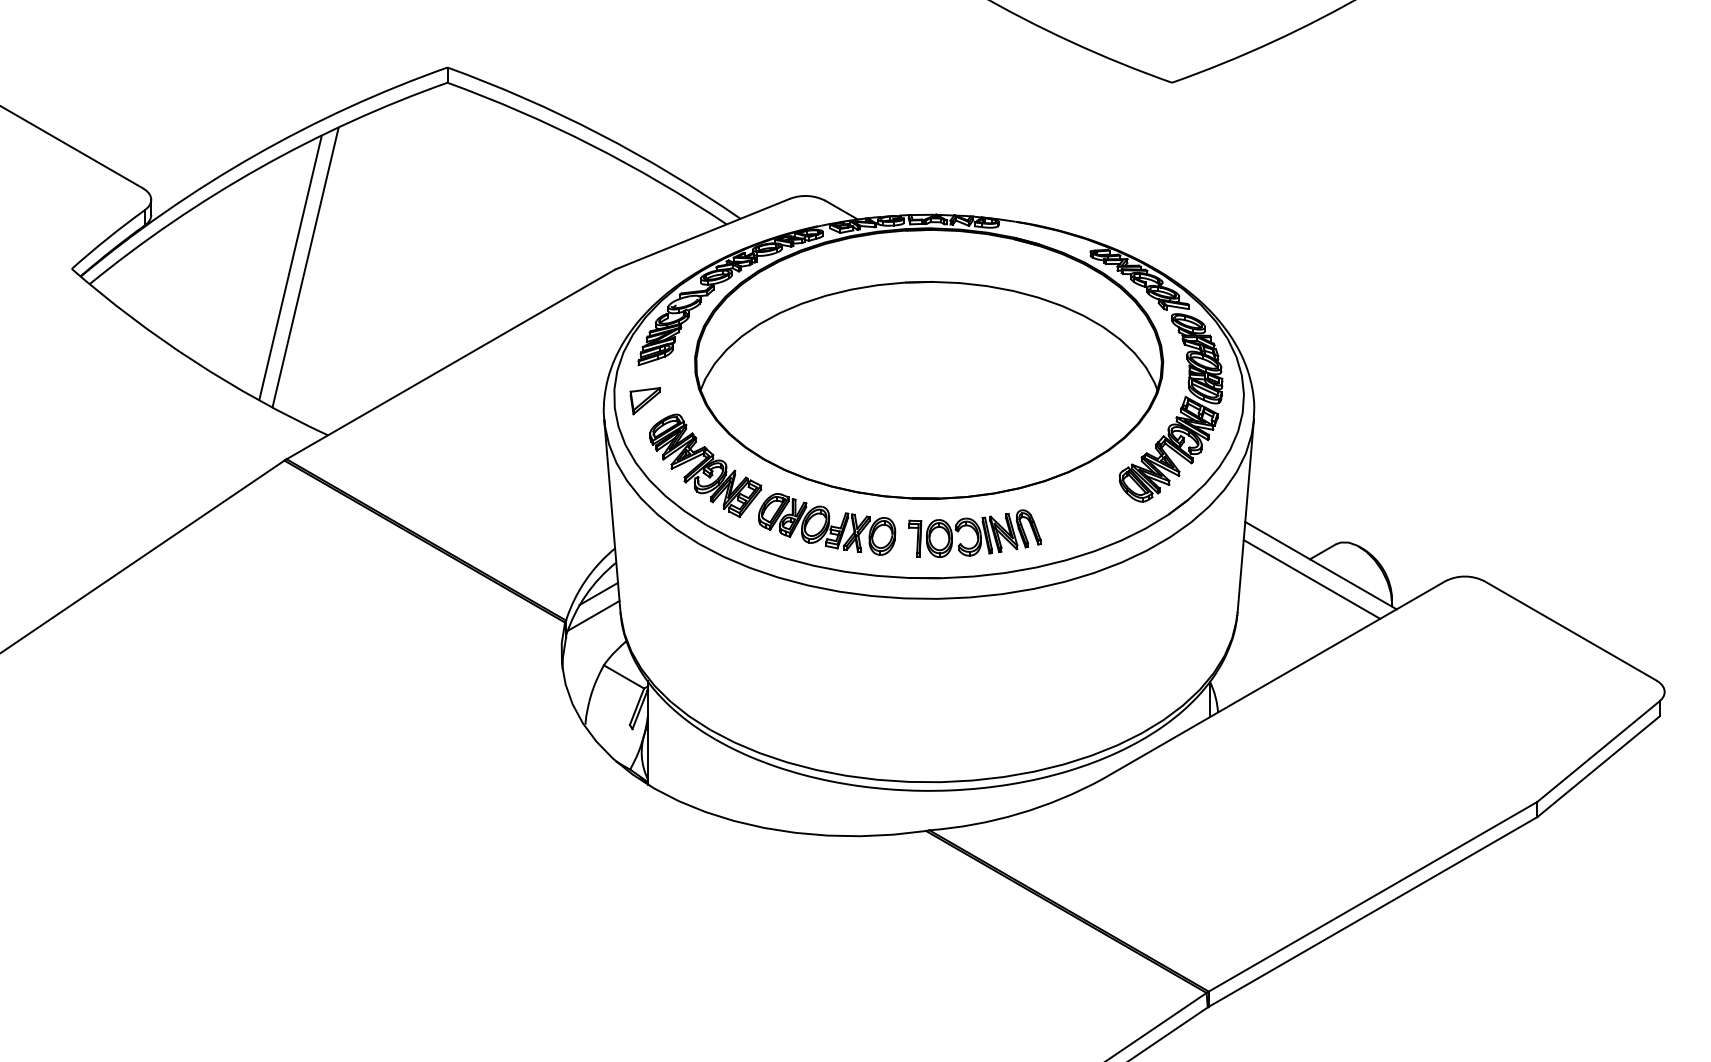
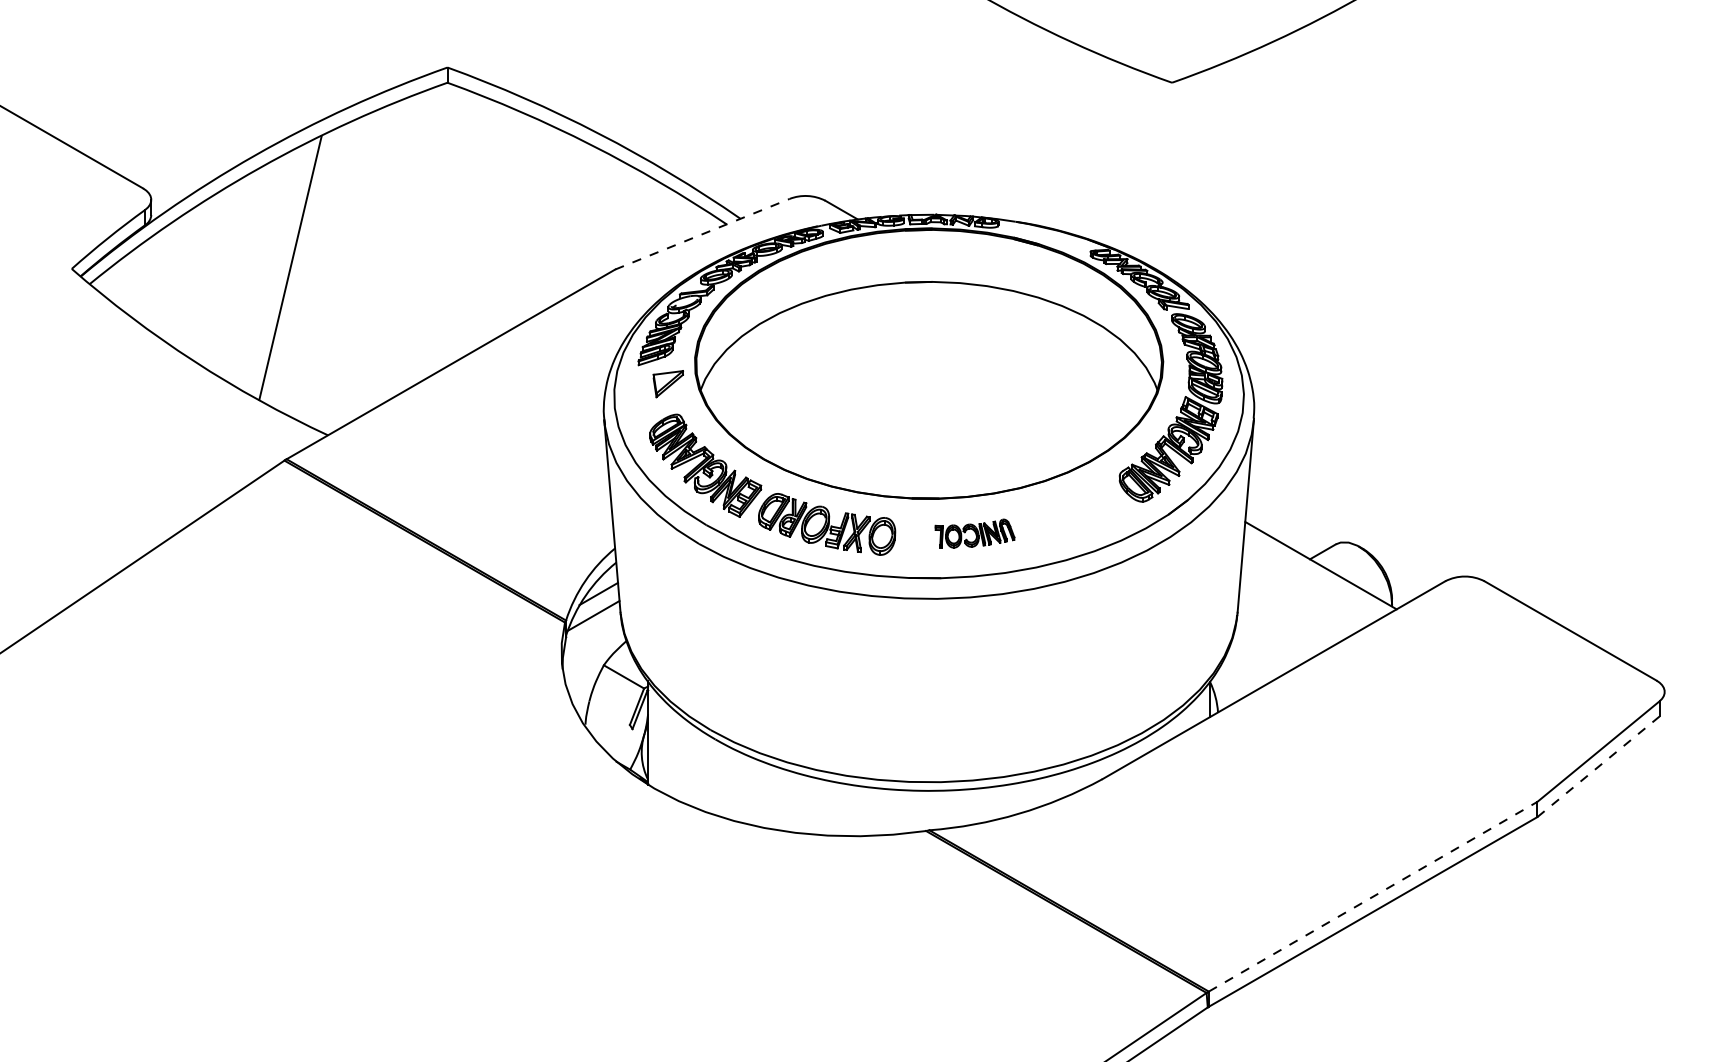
line at (702, 234): solid -> dashed
line at (305, 267): present -> none
part at (644, 401) position: (644, 401) -> (667, 384)
part at (974, 533) size: 134x49 px -> 82x31 px
line at (1311, 579): present -> none
line at (1598, 767): solid -> dashed
line at (1373, 896): solid -> dashed
